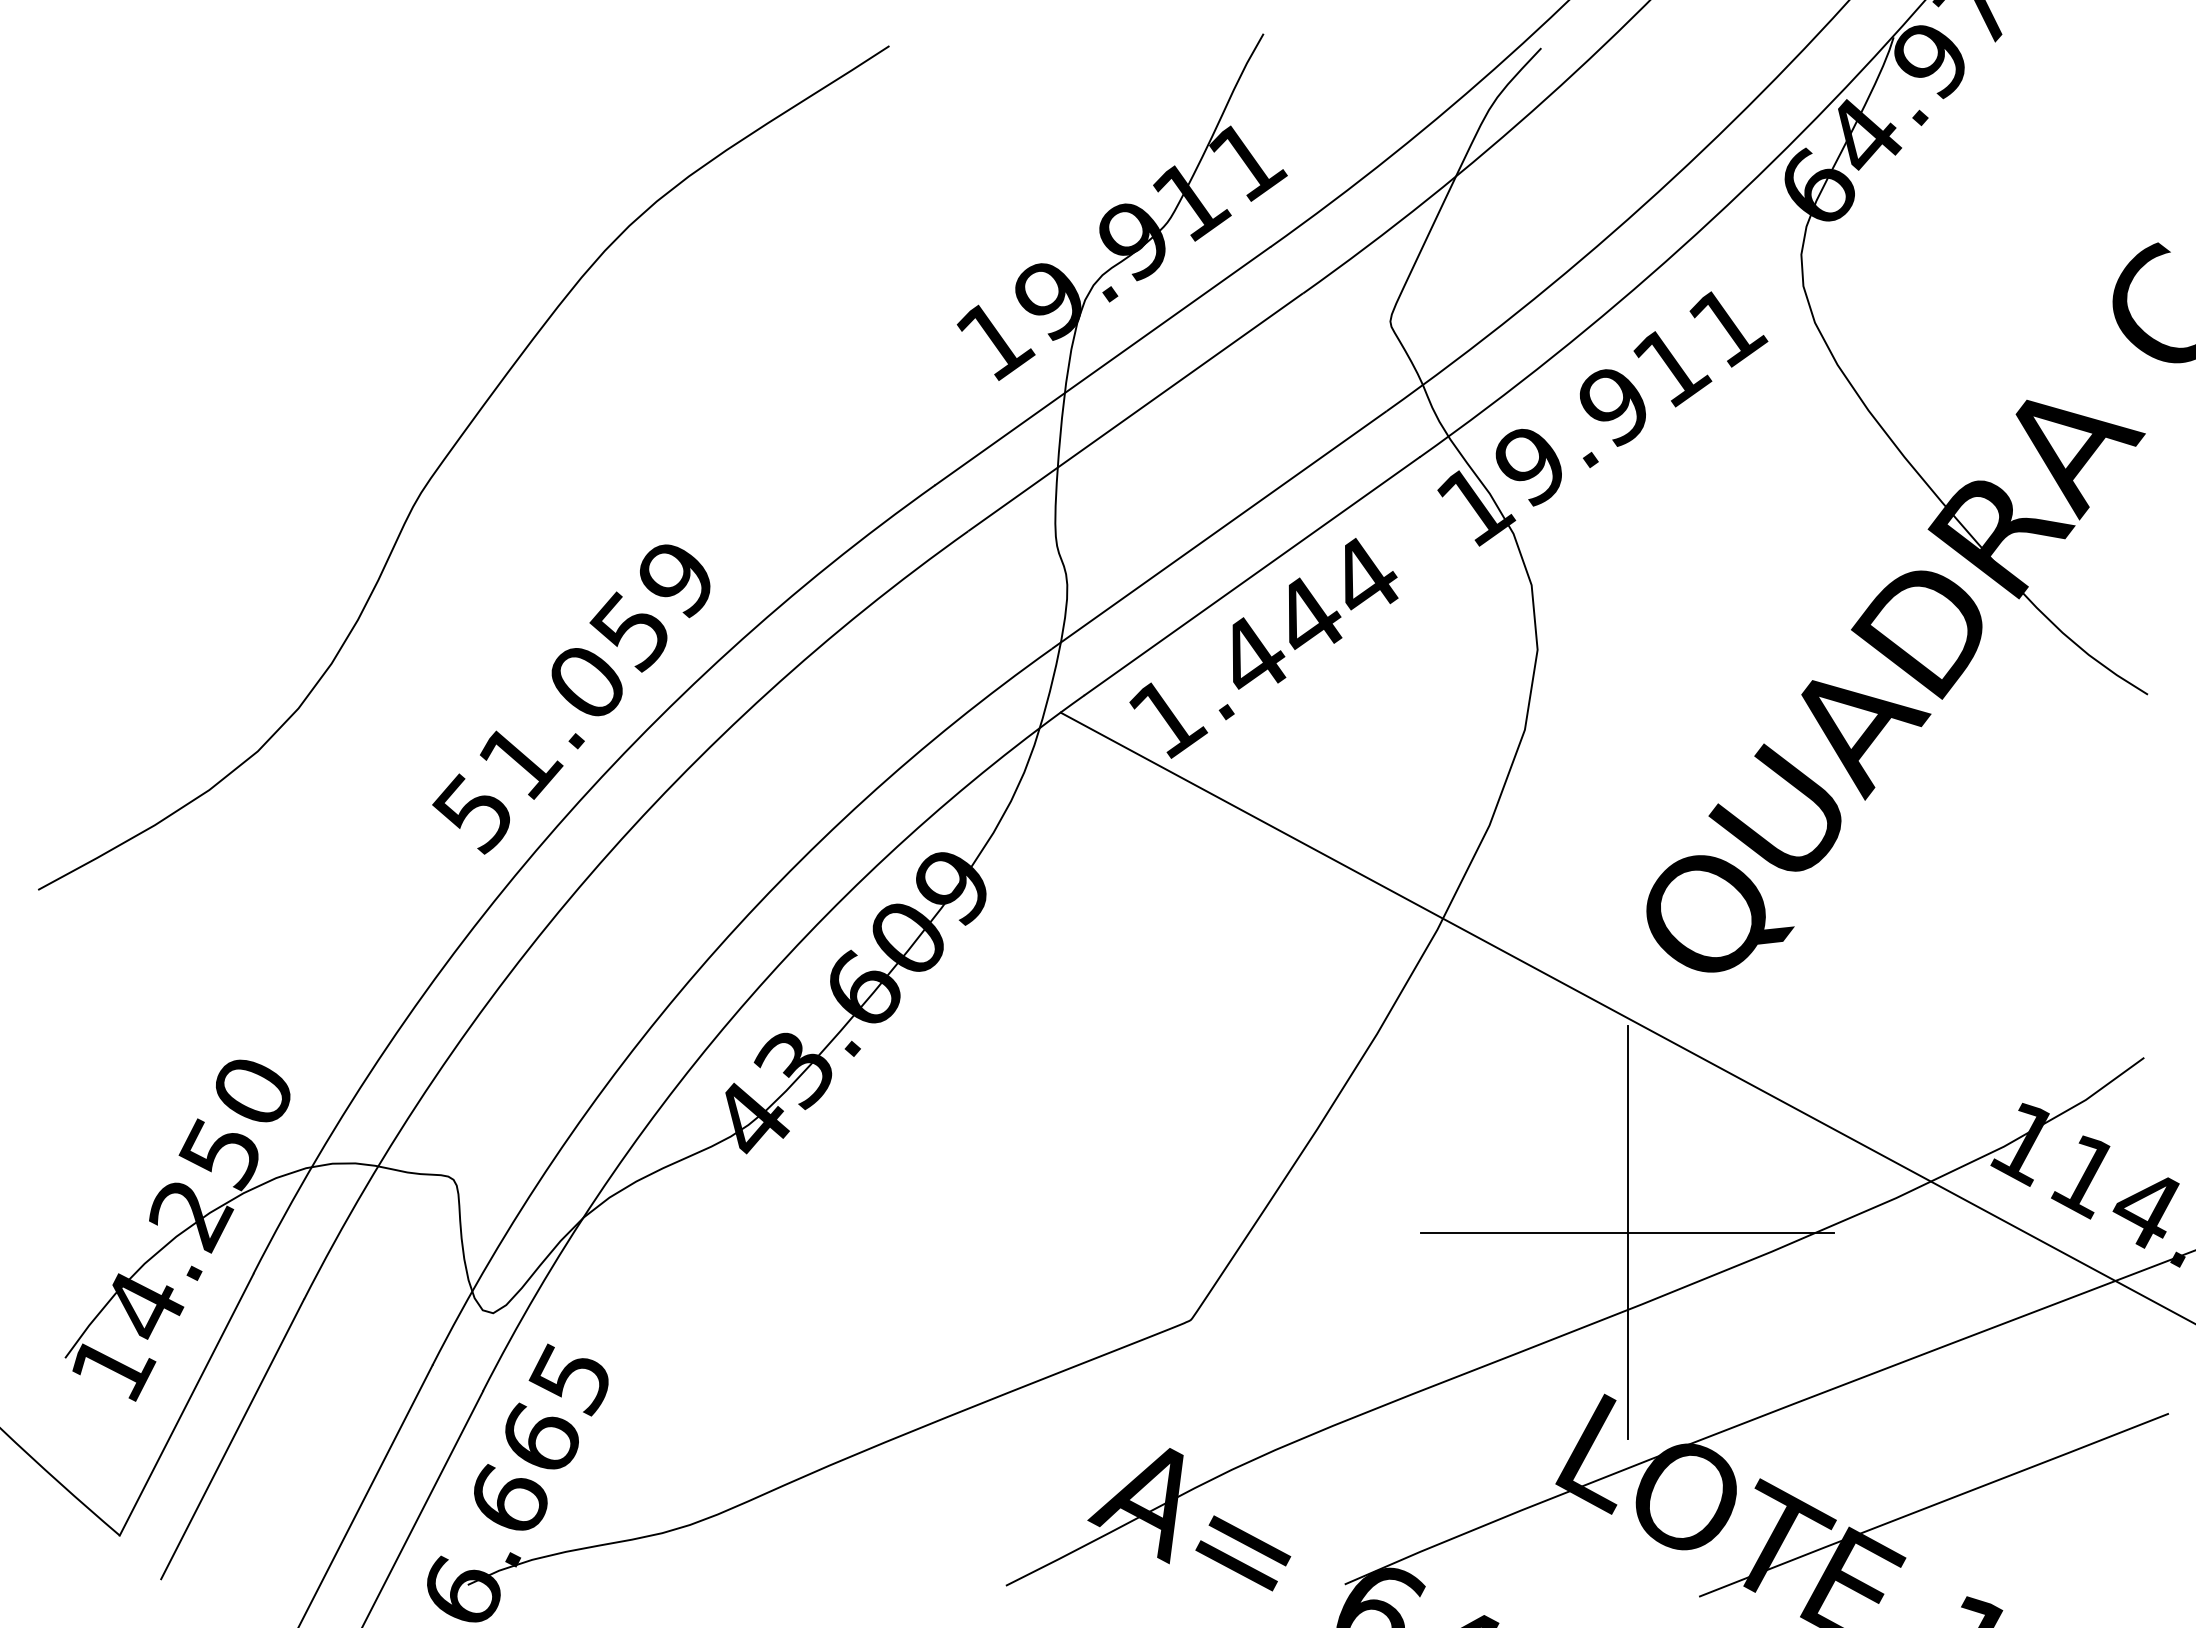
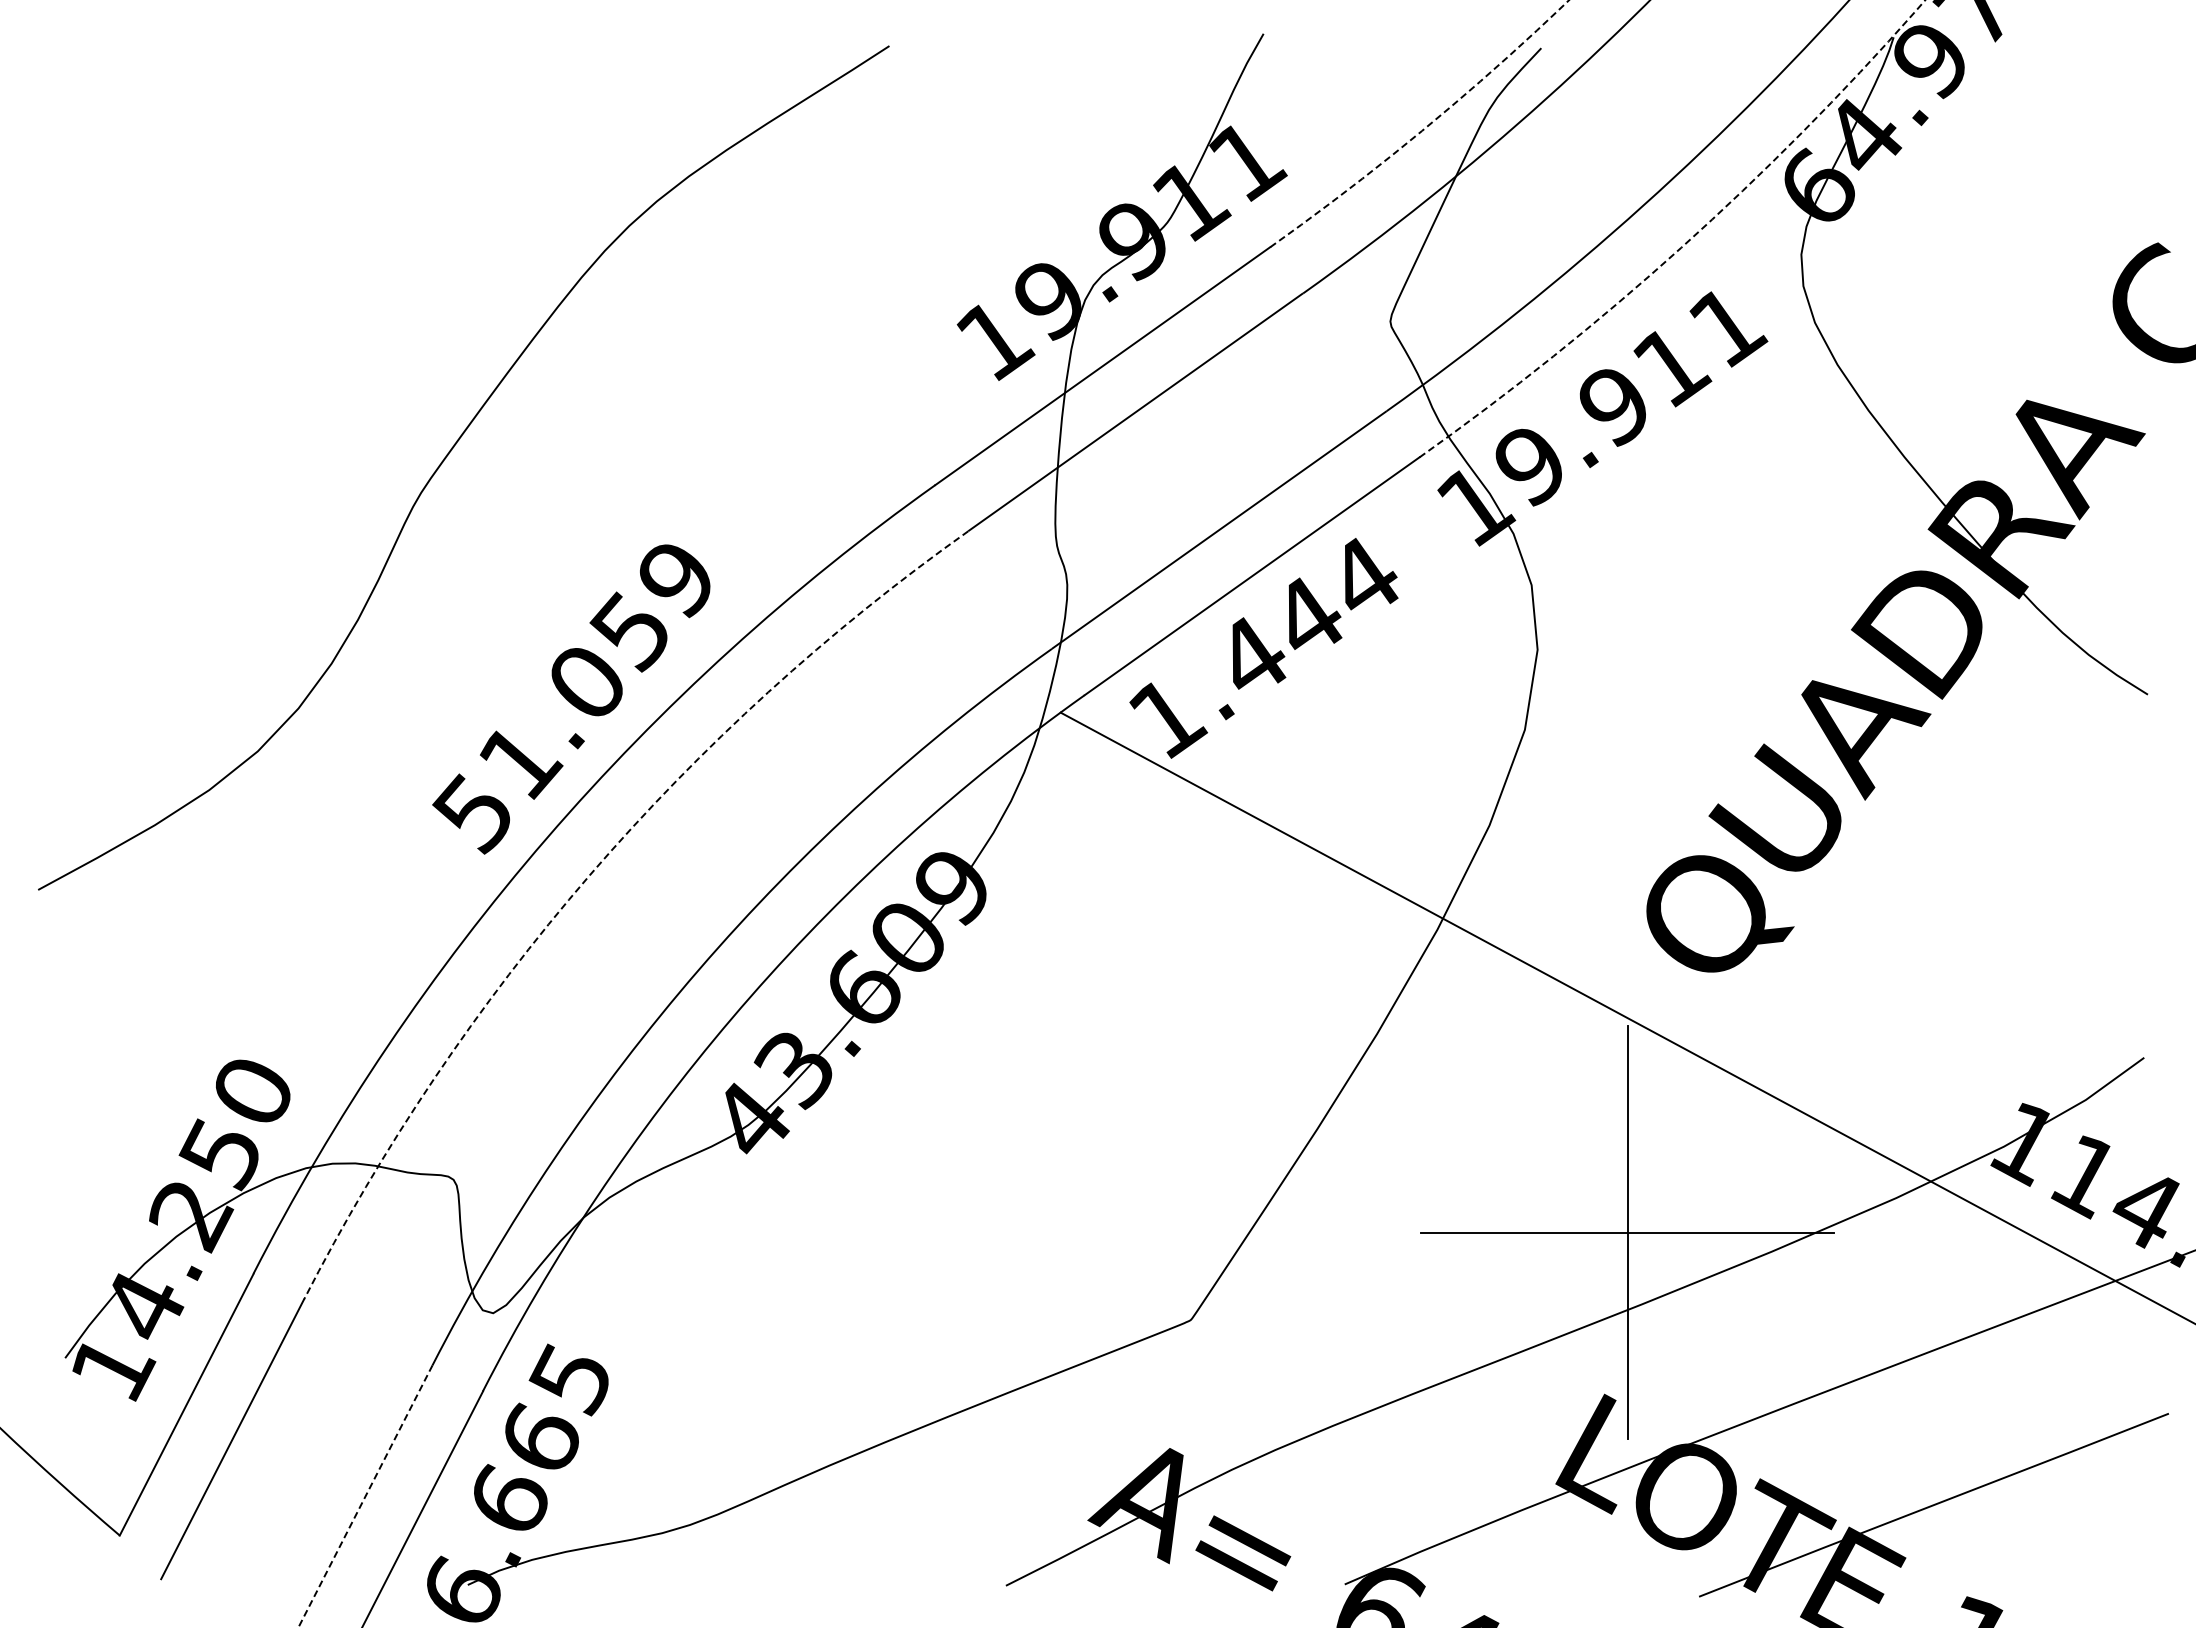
arc at (1424, 129): solid -> dashed
arc at (1685, 243): solid -> dashed
arc at (589, 875): solid -> dashed
line at (365, 1496): solid -> dashed
